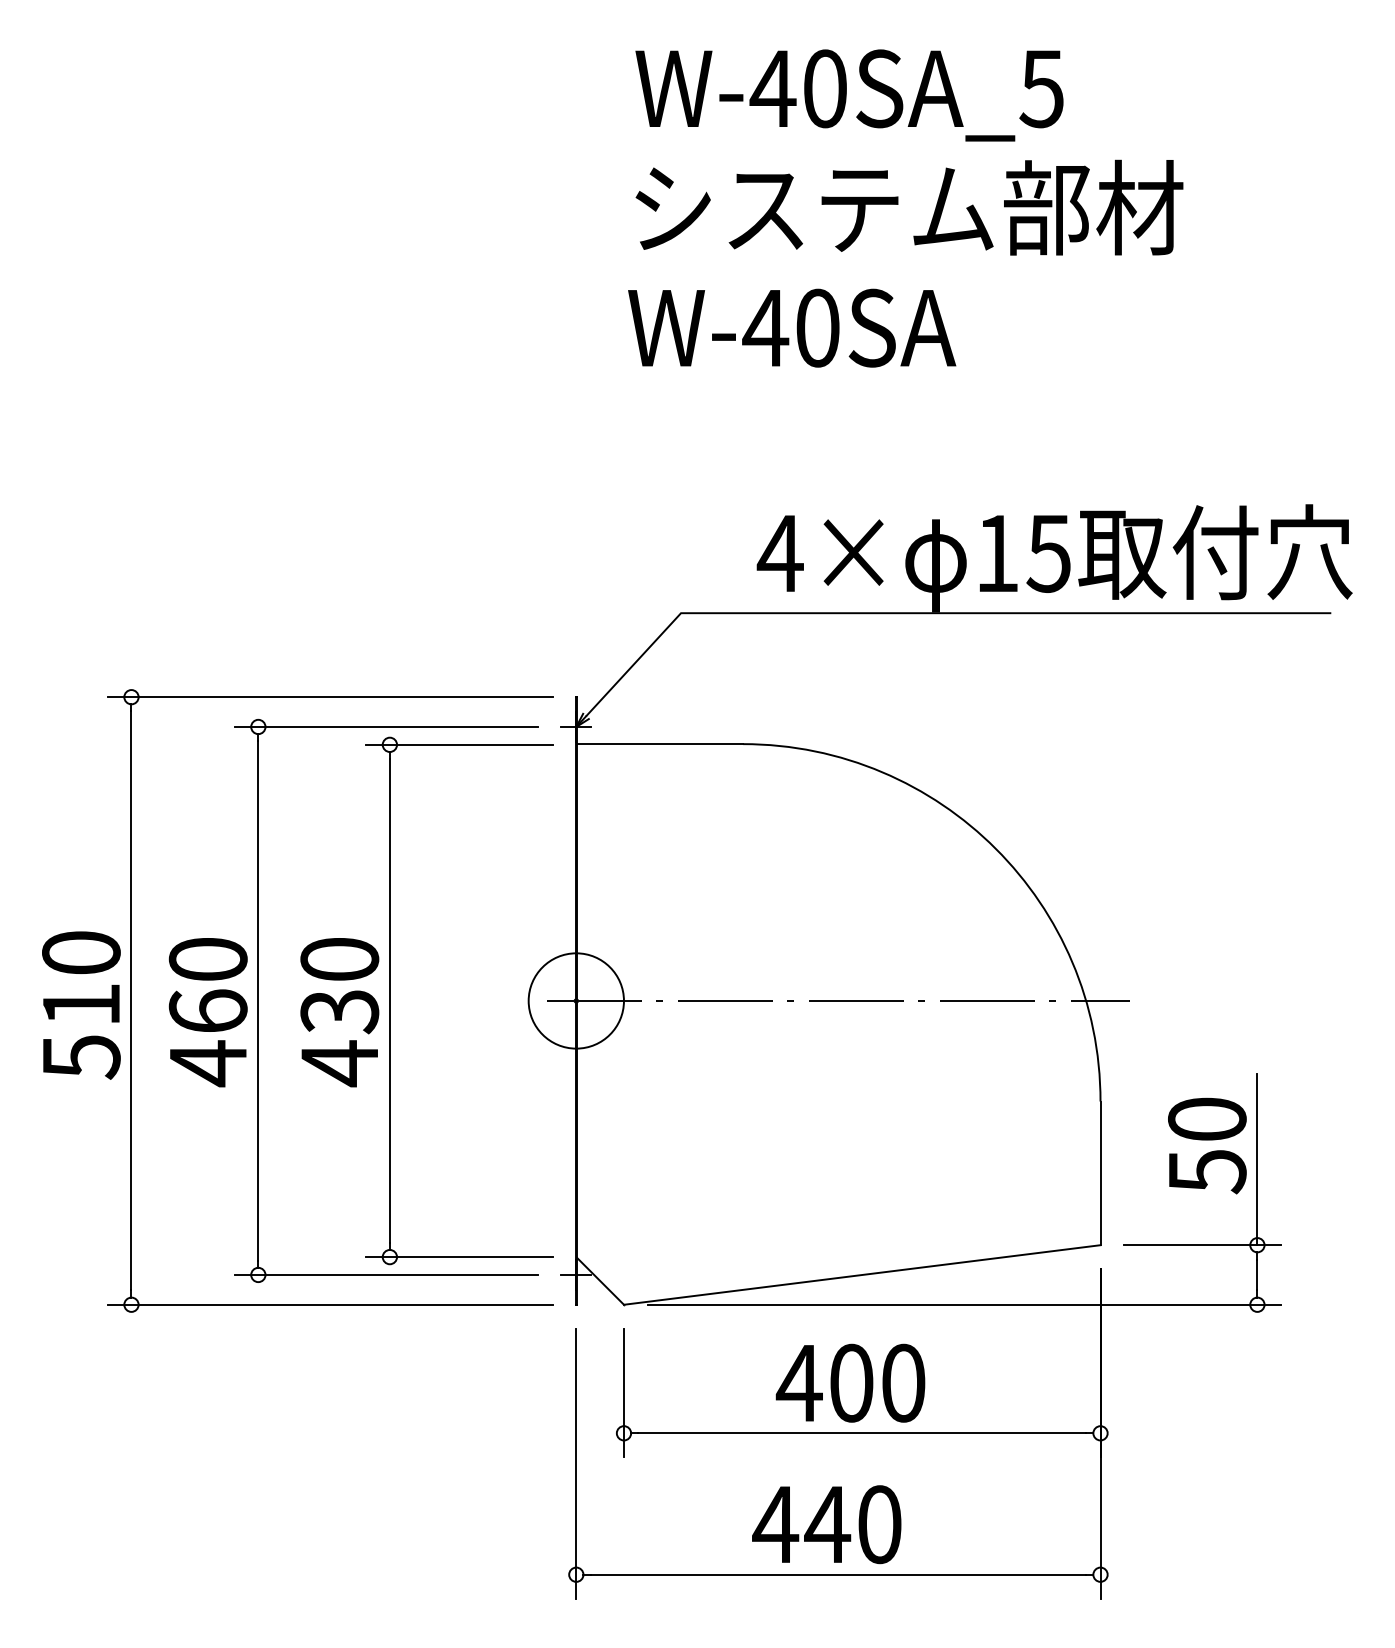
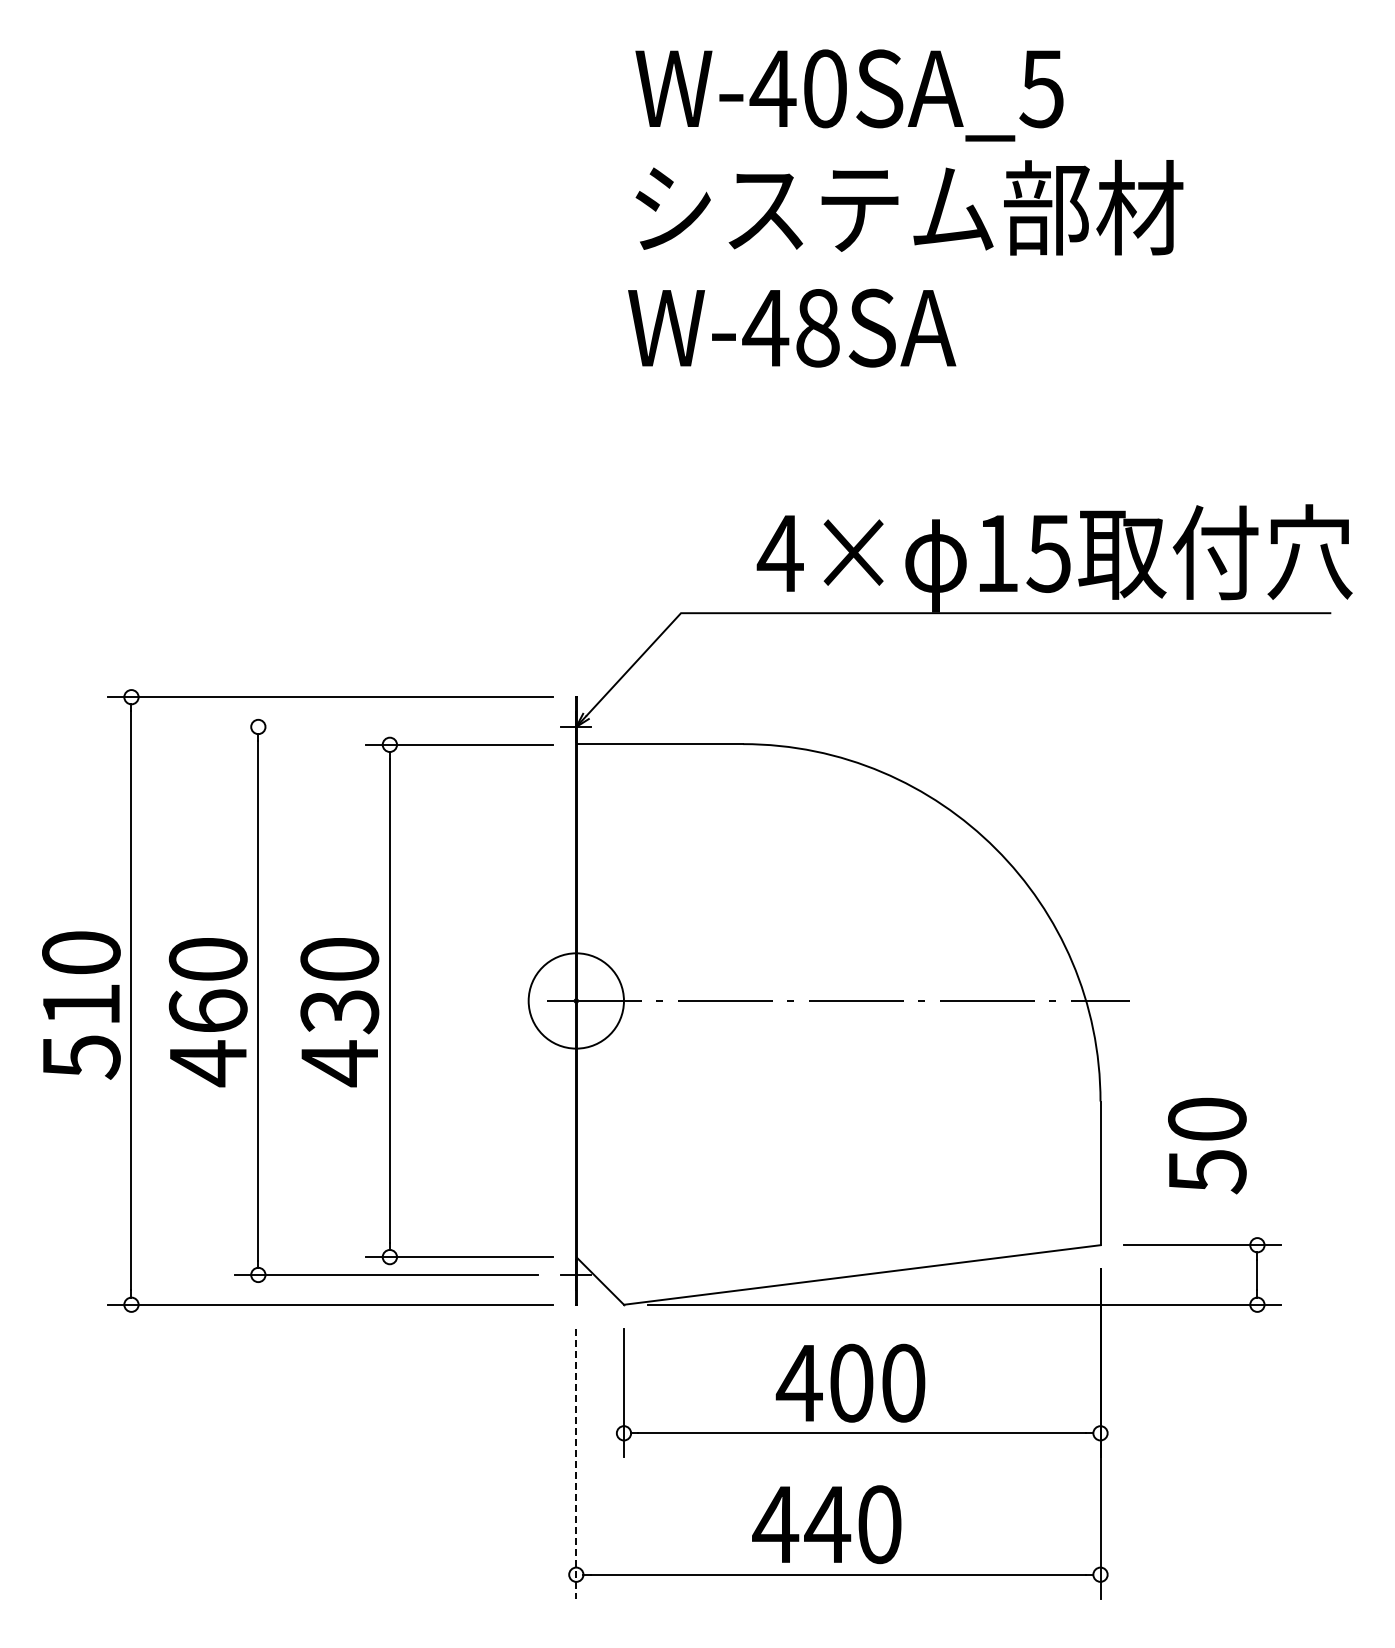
text at (817, 327): W-40SA -> W-48SA
line at (385, 726): present -> none
line at (1257, 1159): present -> none
line at (576, 1463): solid -> dashed
